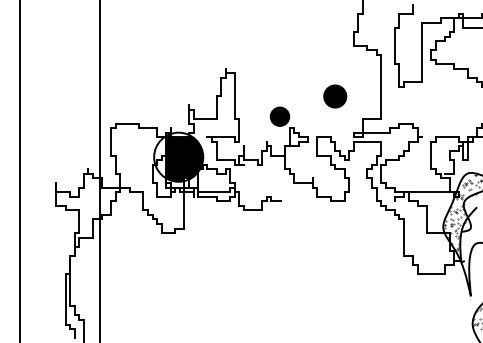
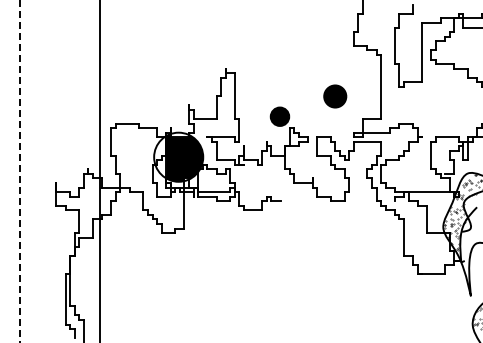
line at (19, 171): solid -> dashed
